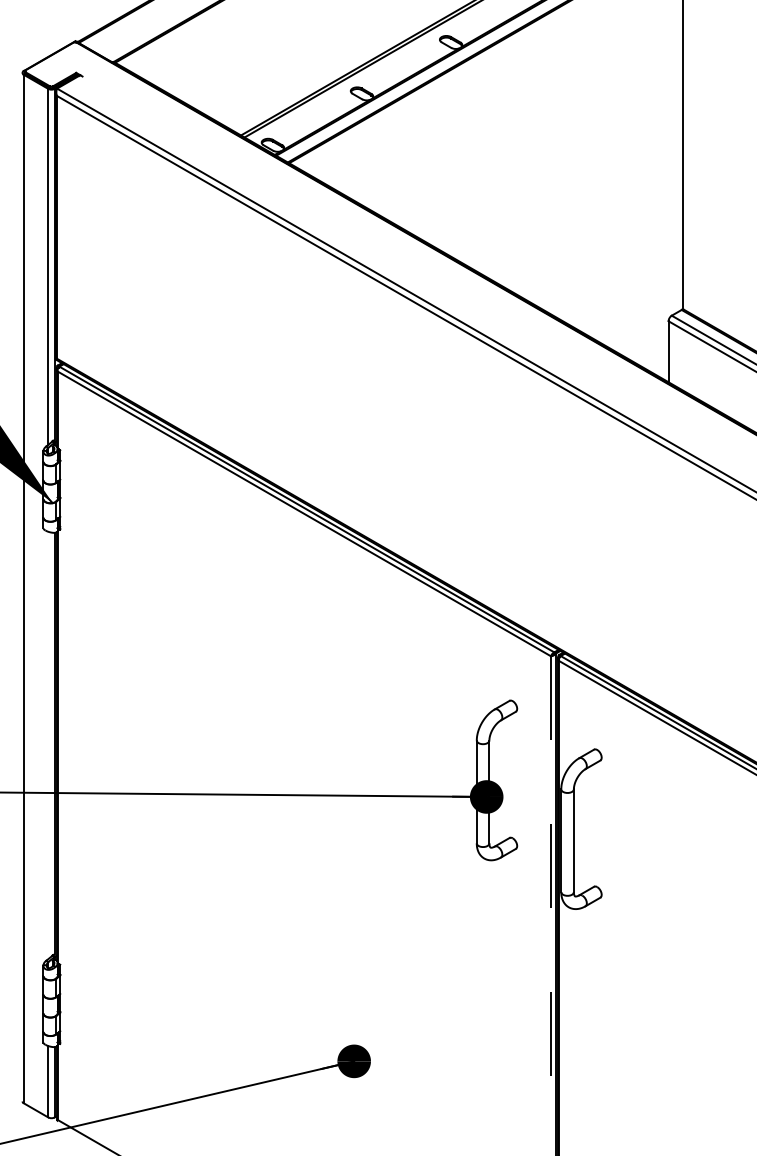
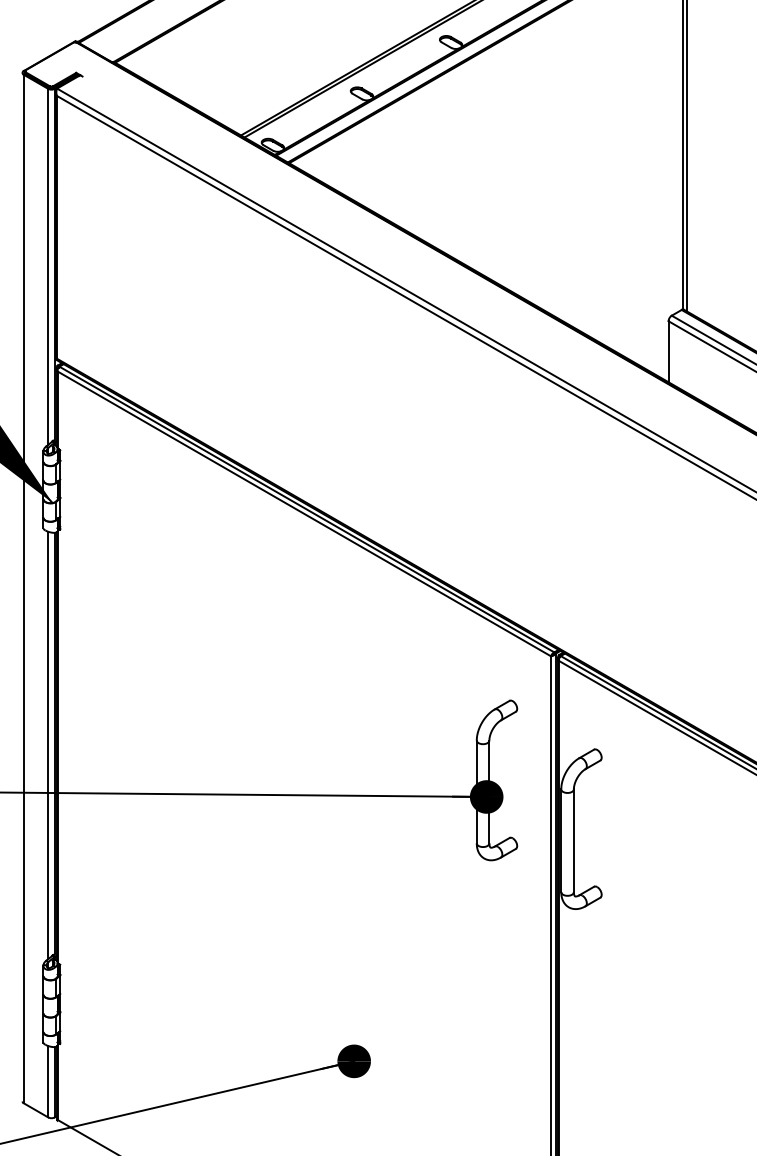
line at (686, 156): none -> present
line at (48, 745): none -> present
line at (551, 906): dashed -> solid
